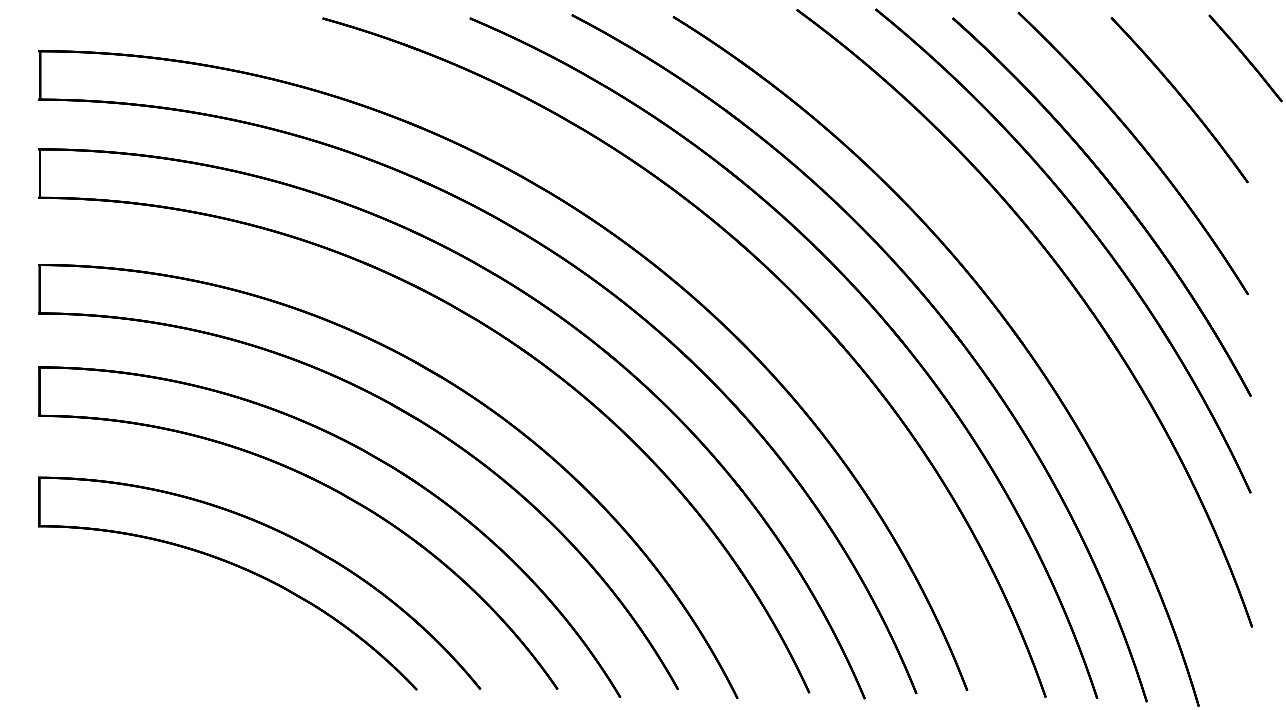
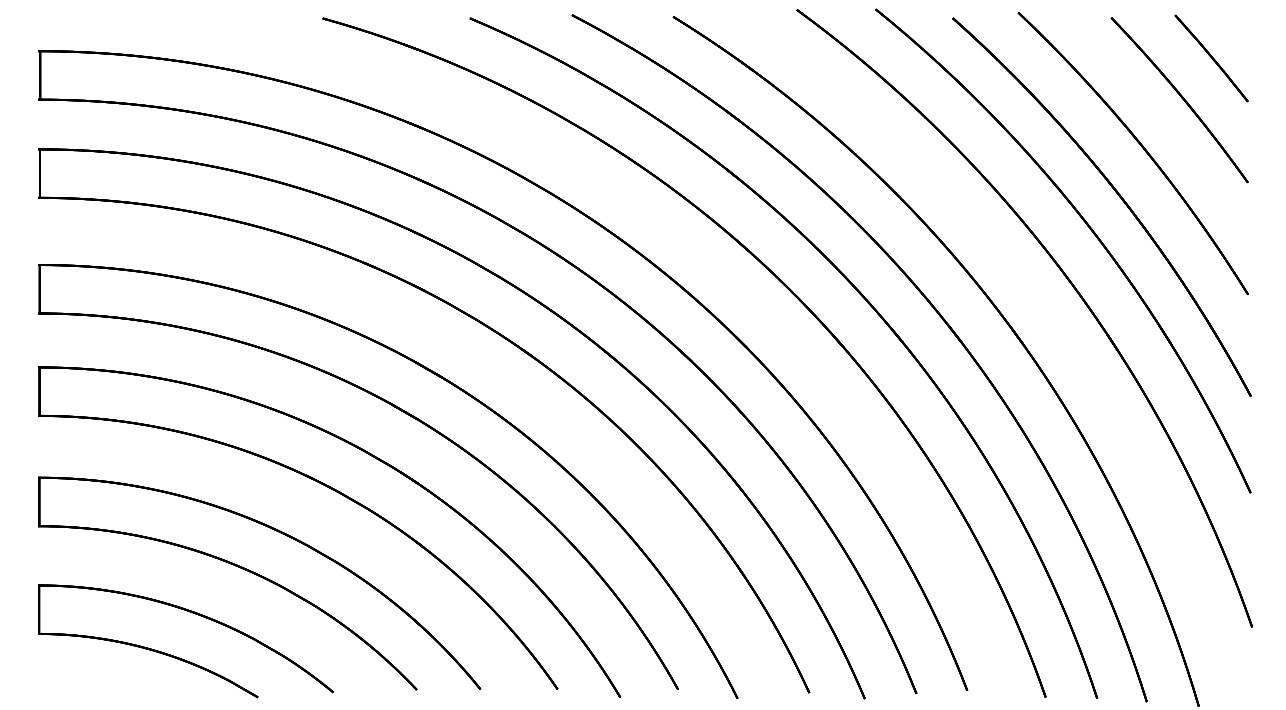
line at (1245, 58) position: (1245, 58) -> (1211, 58)
part at (179, 657): none -> present
